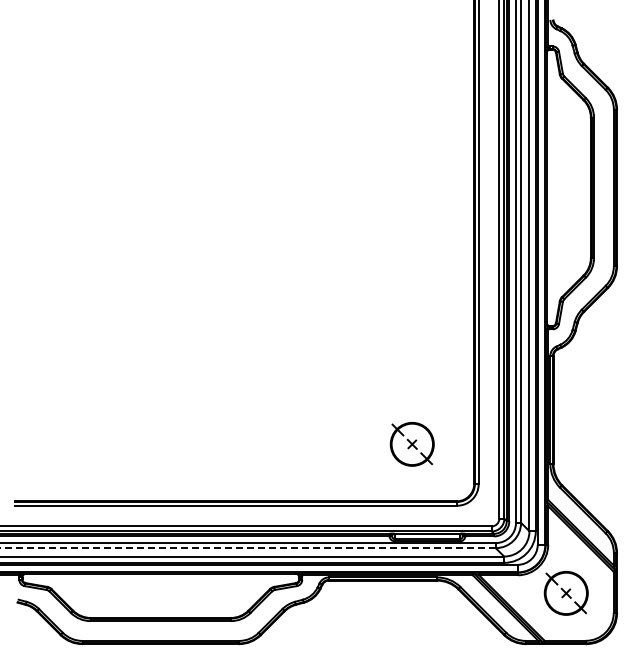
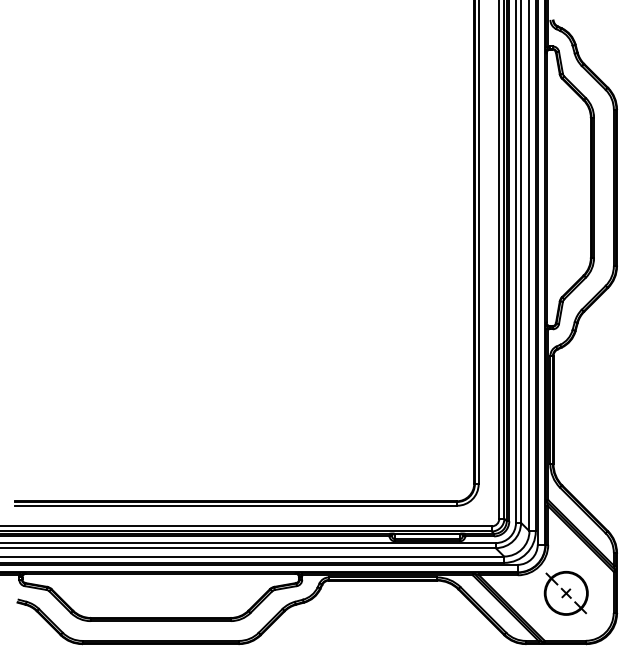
part at (411, 444): present -> none
line at (247, 548): dashed -> solid
